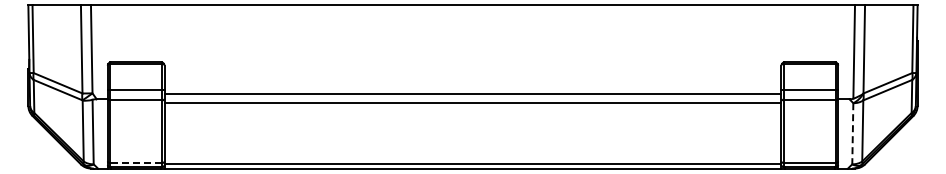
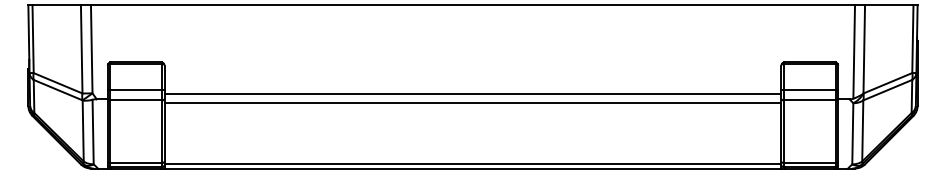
line at (852, 133): dashed -> solid
line at (135, 162): dashed -> solid
